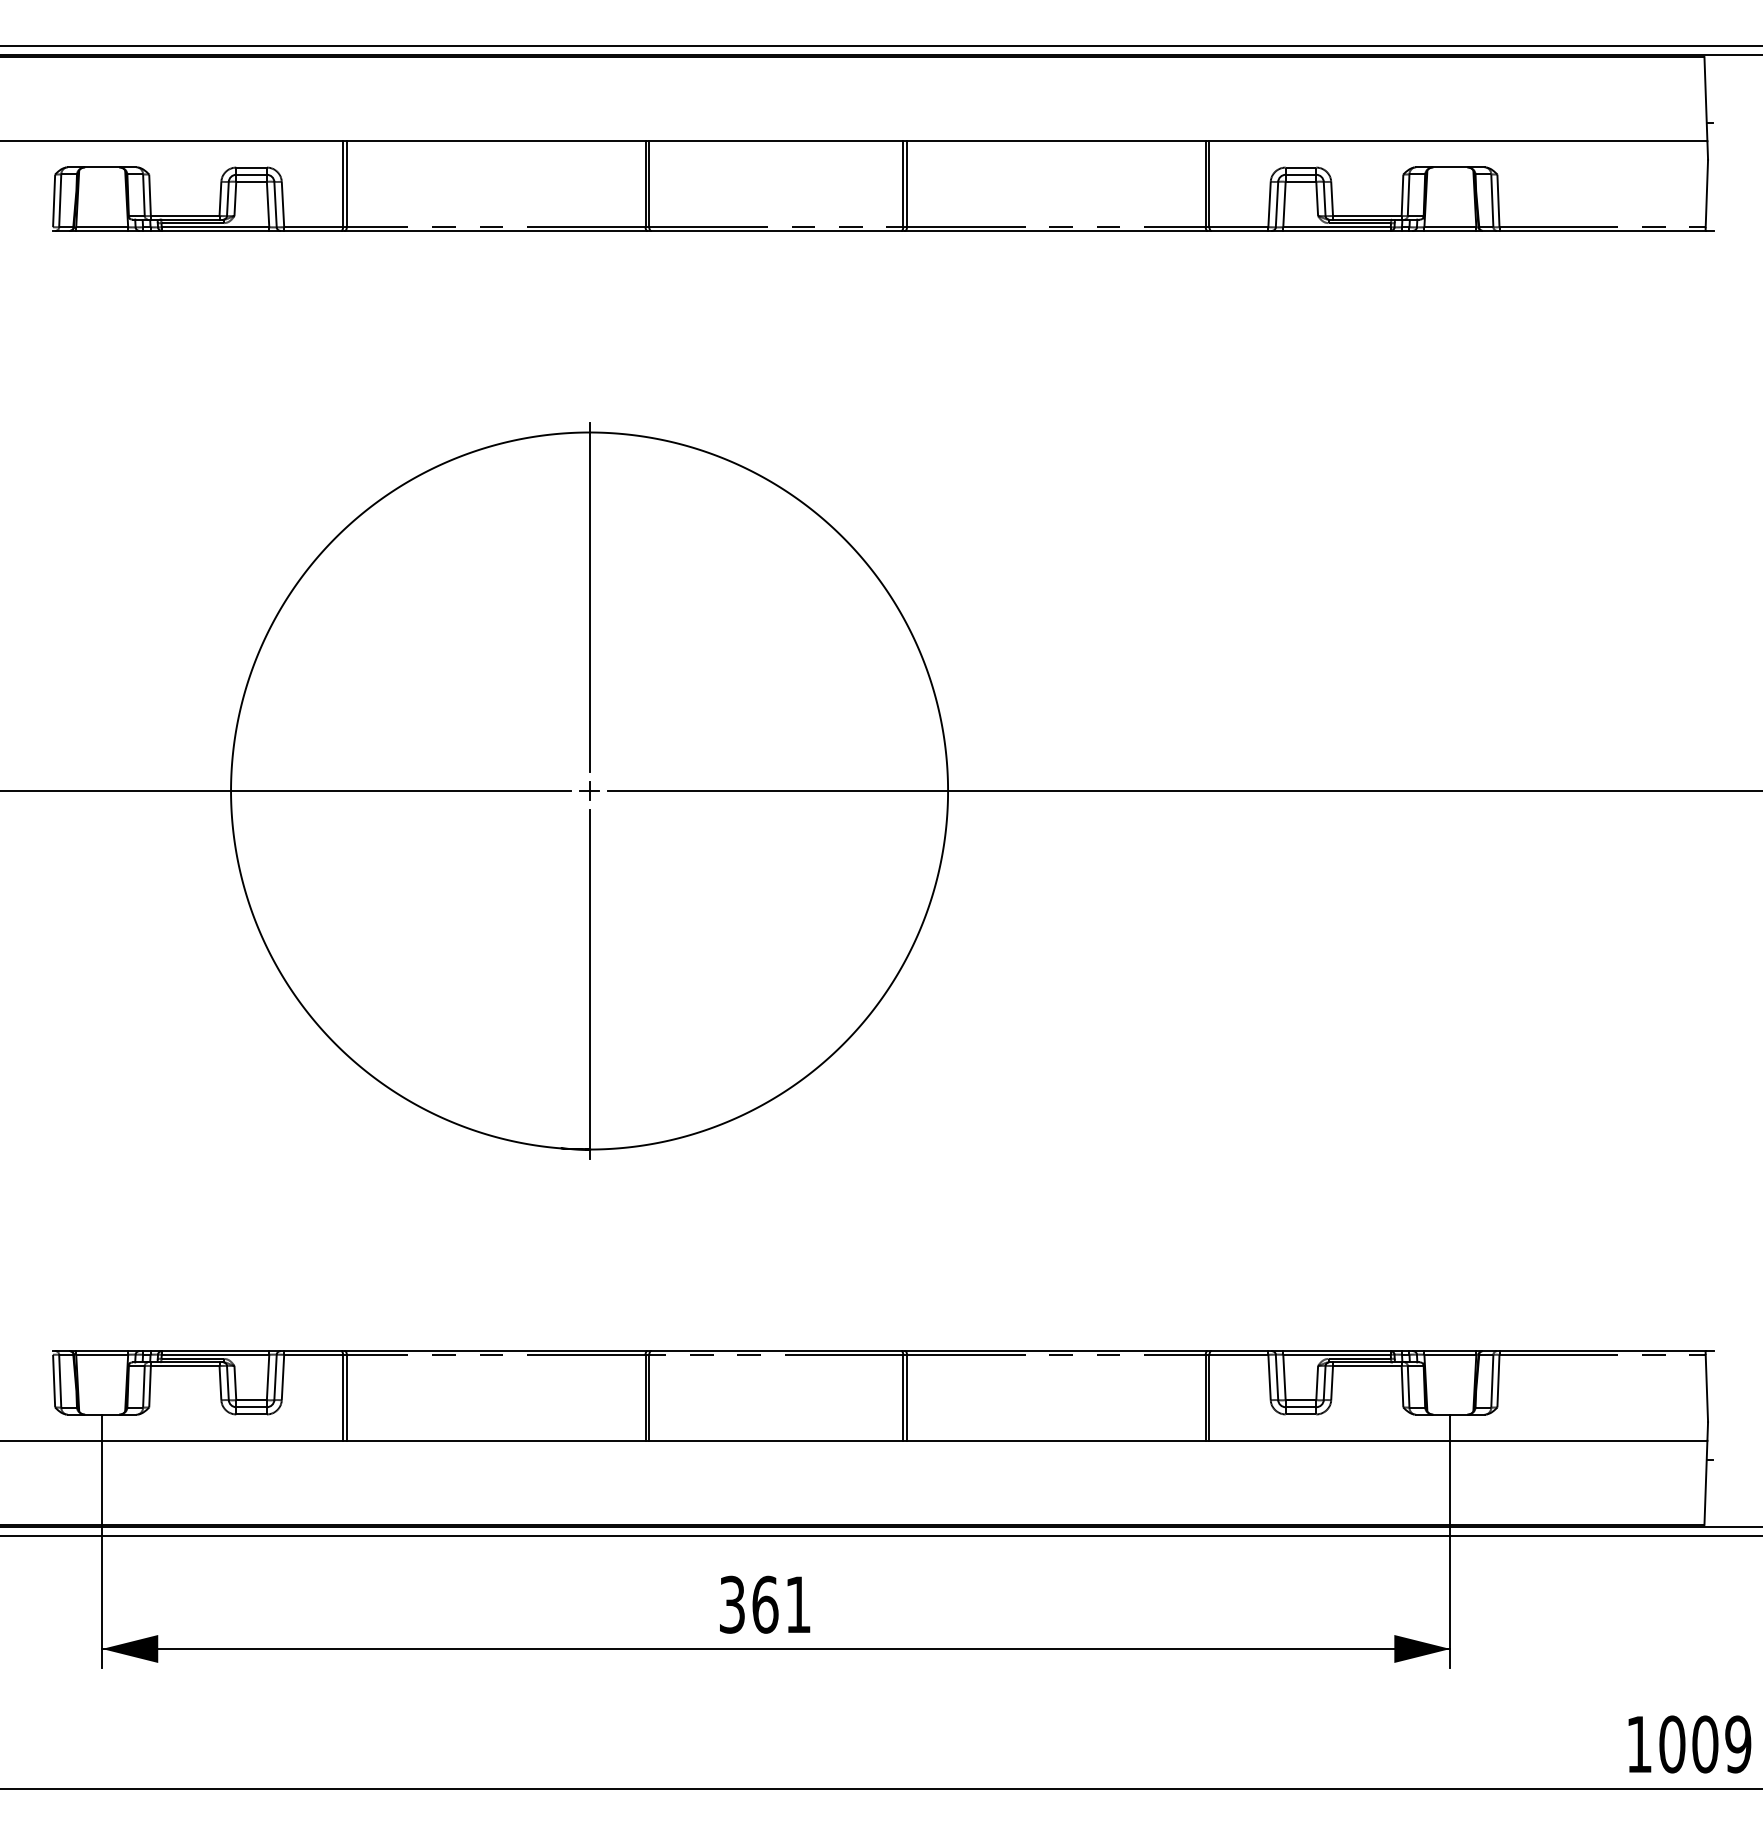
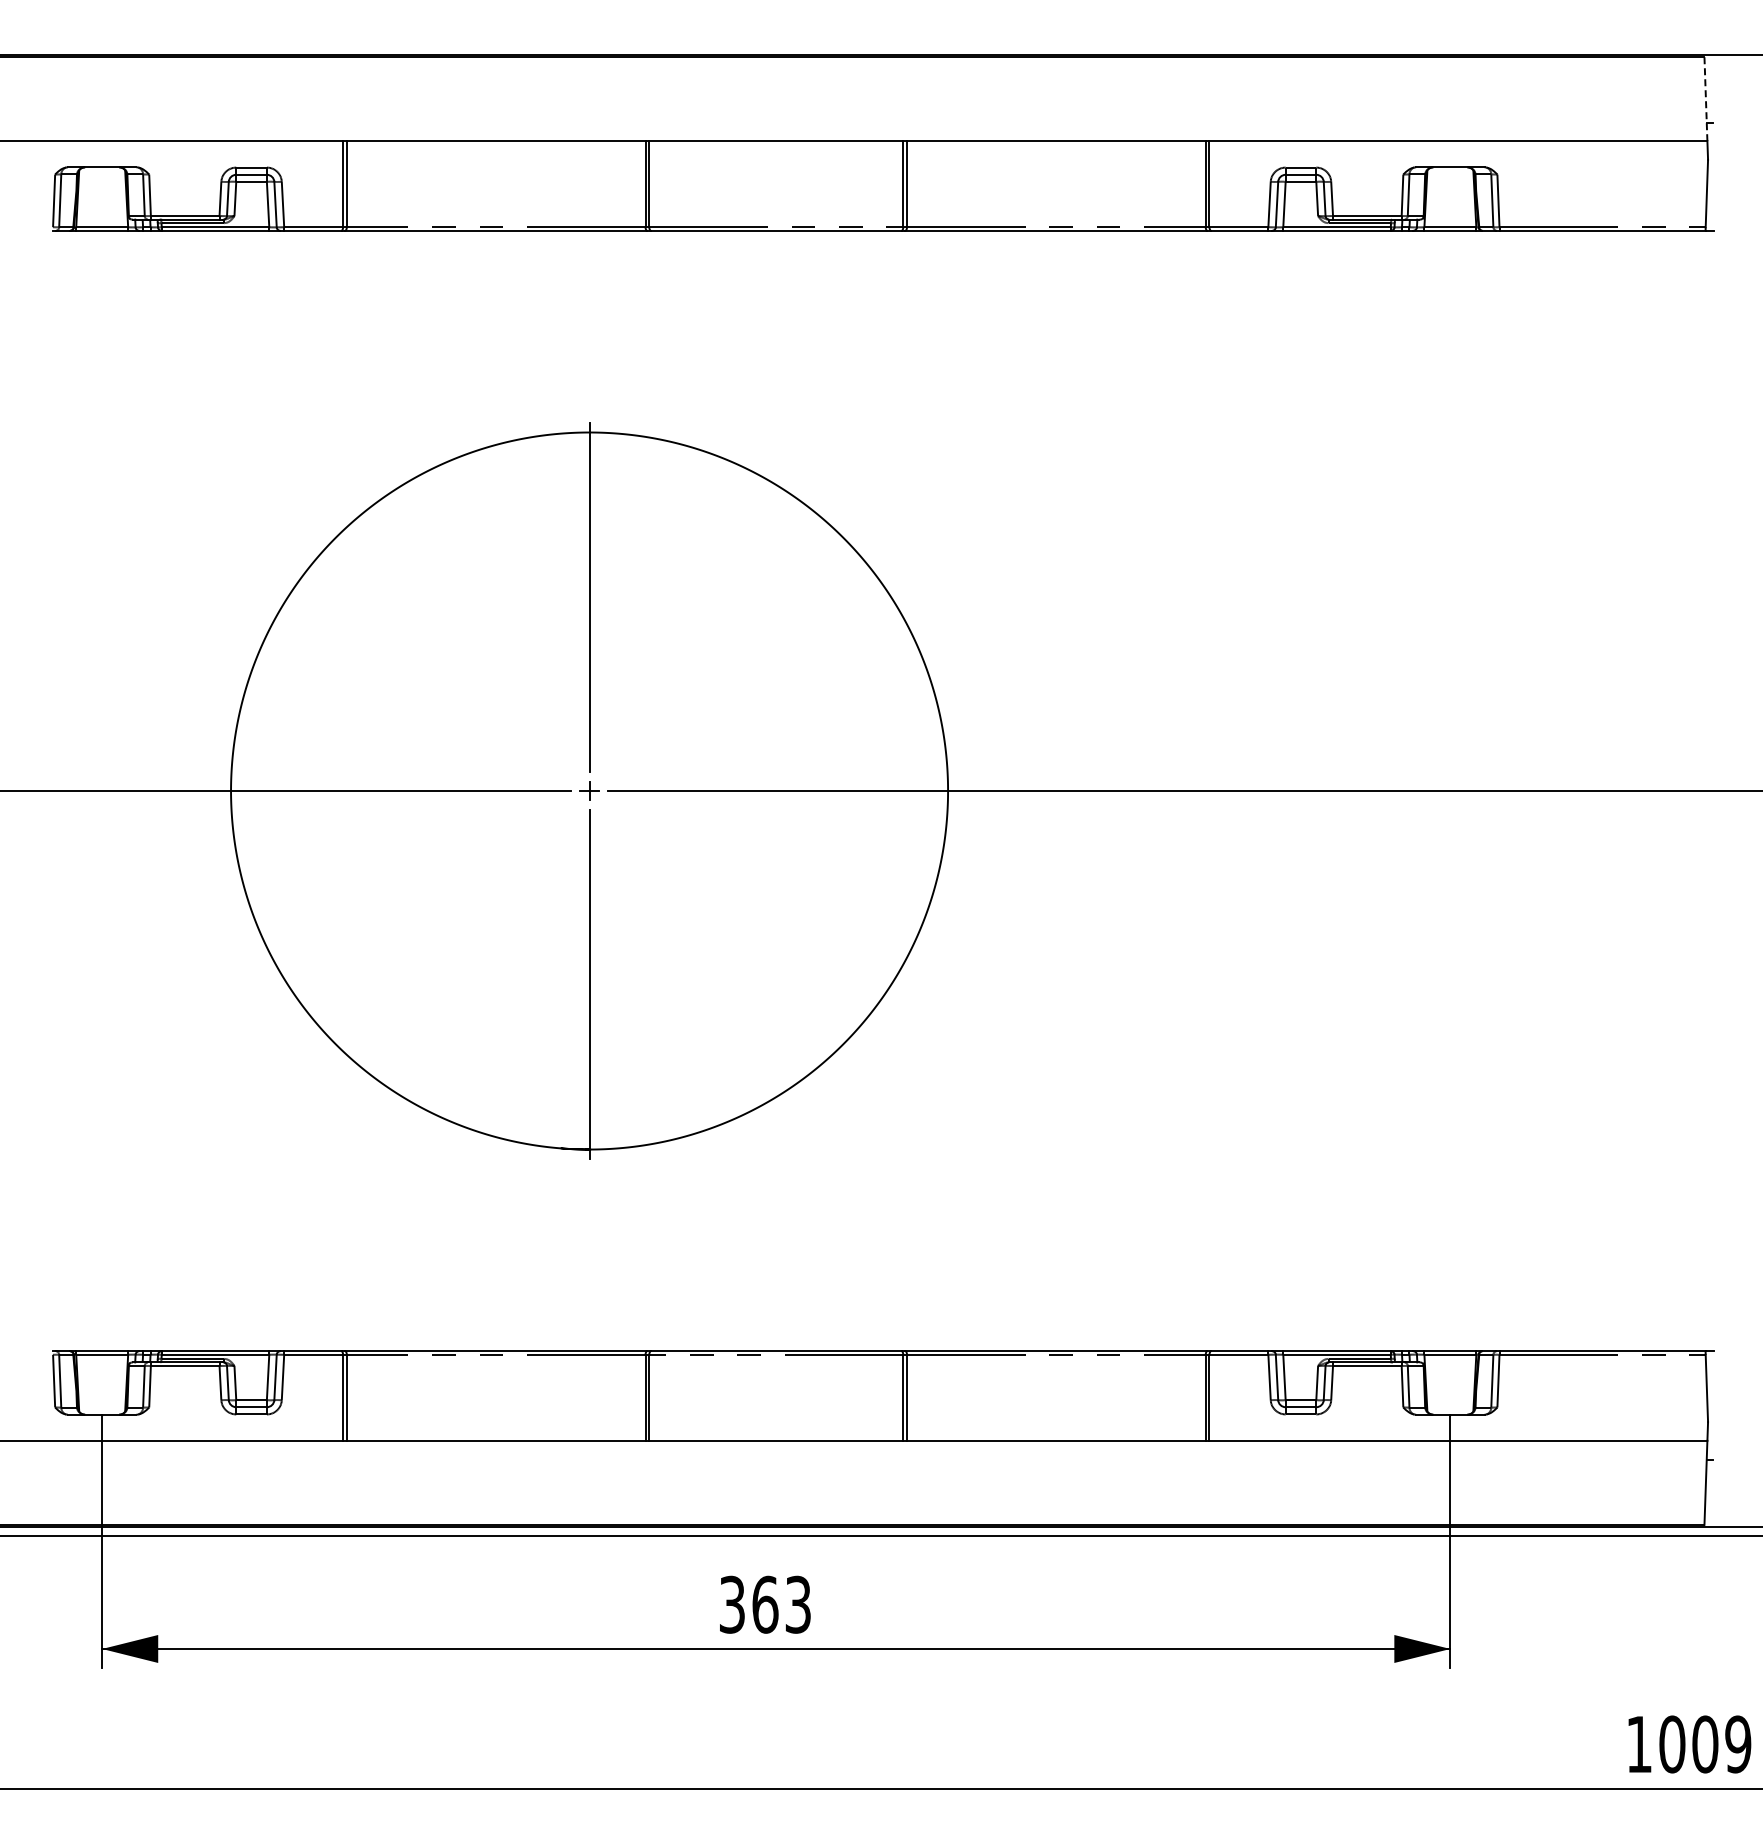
line at (880, 45): present -> none
line at (1705, 98): solid -> dashed
text at (797, 1604): 361 -> 363
